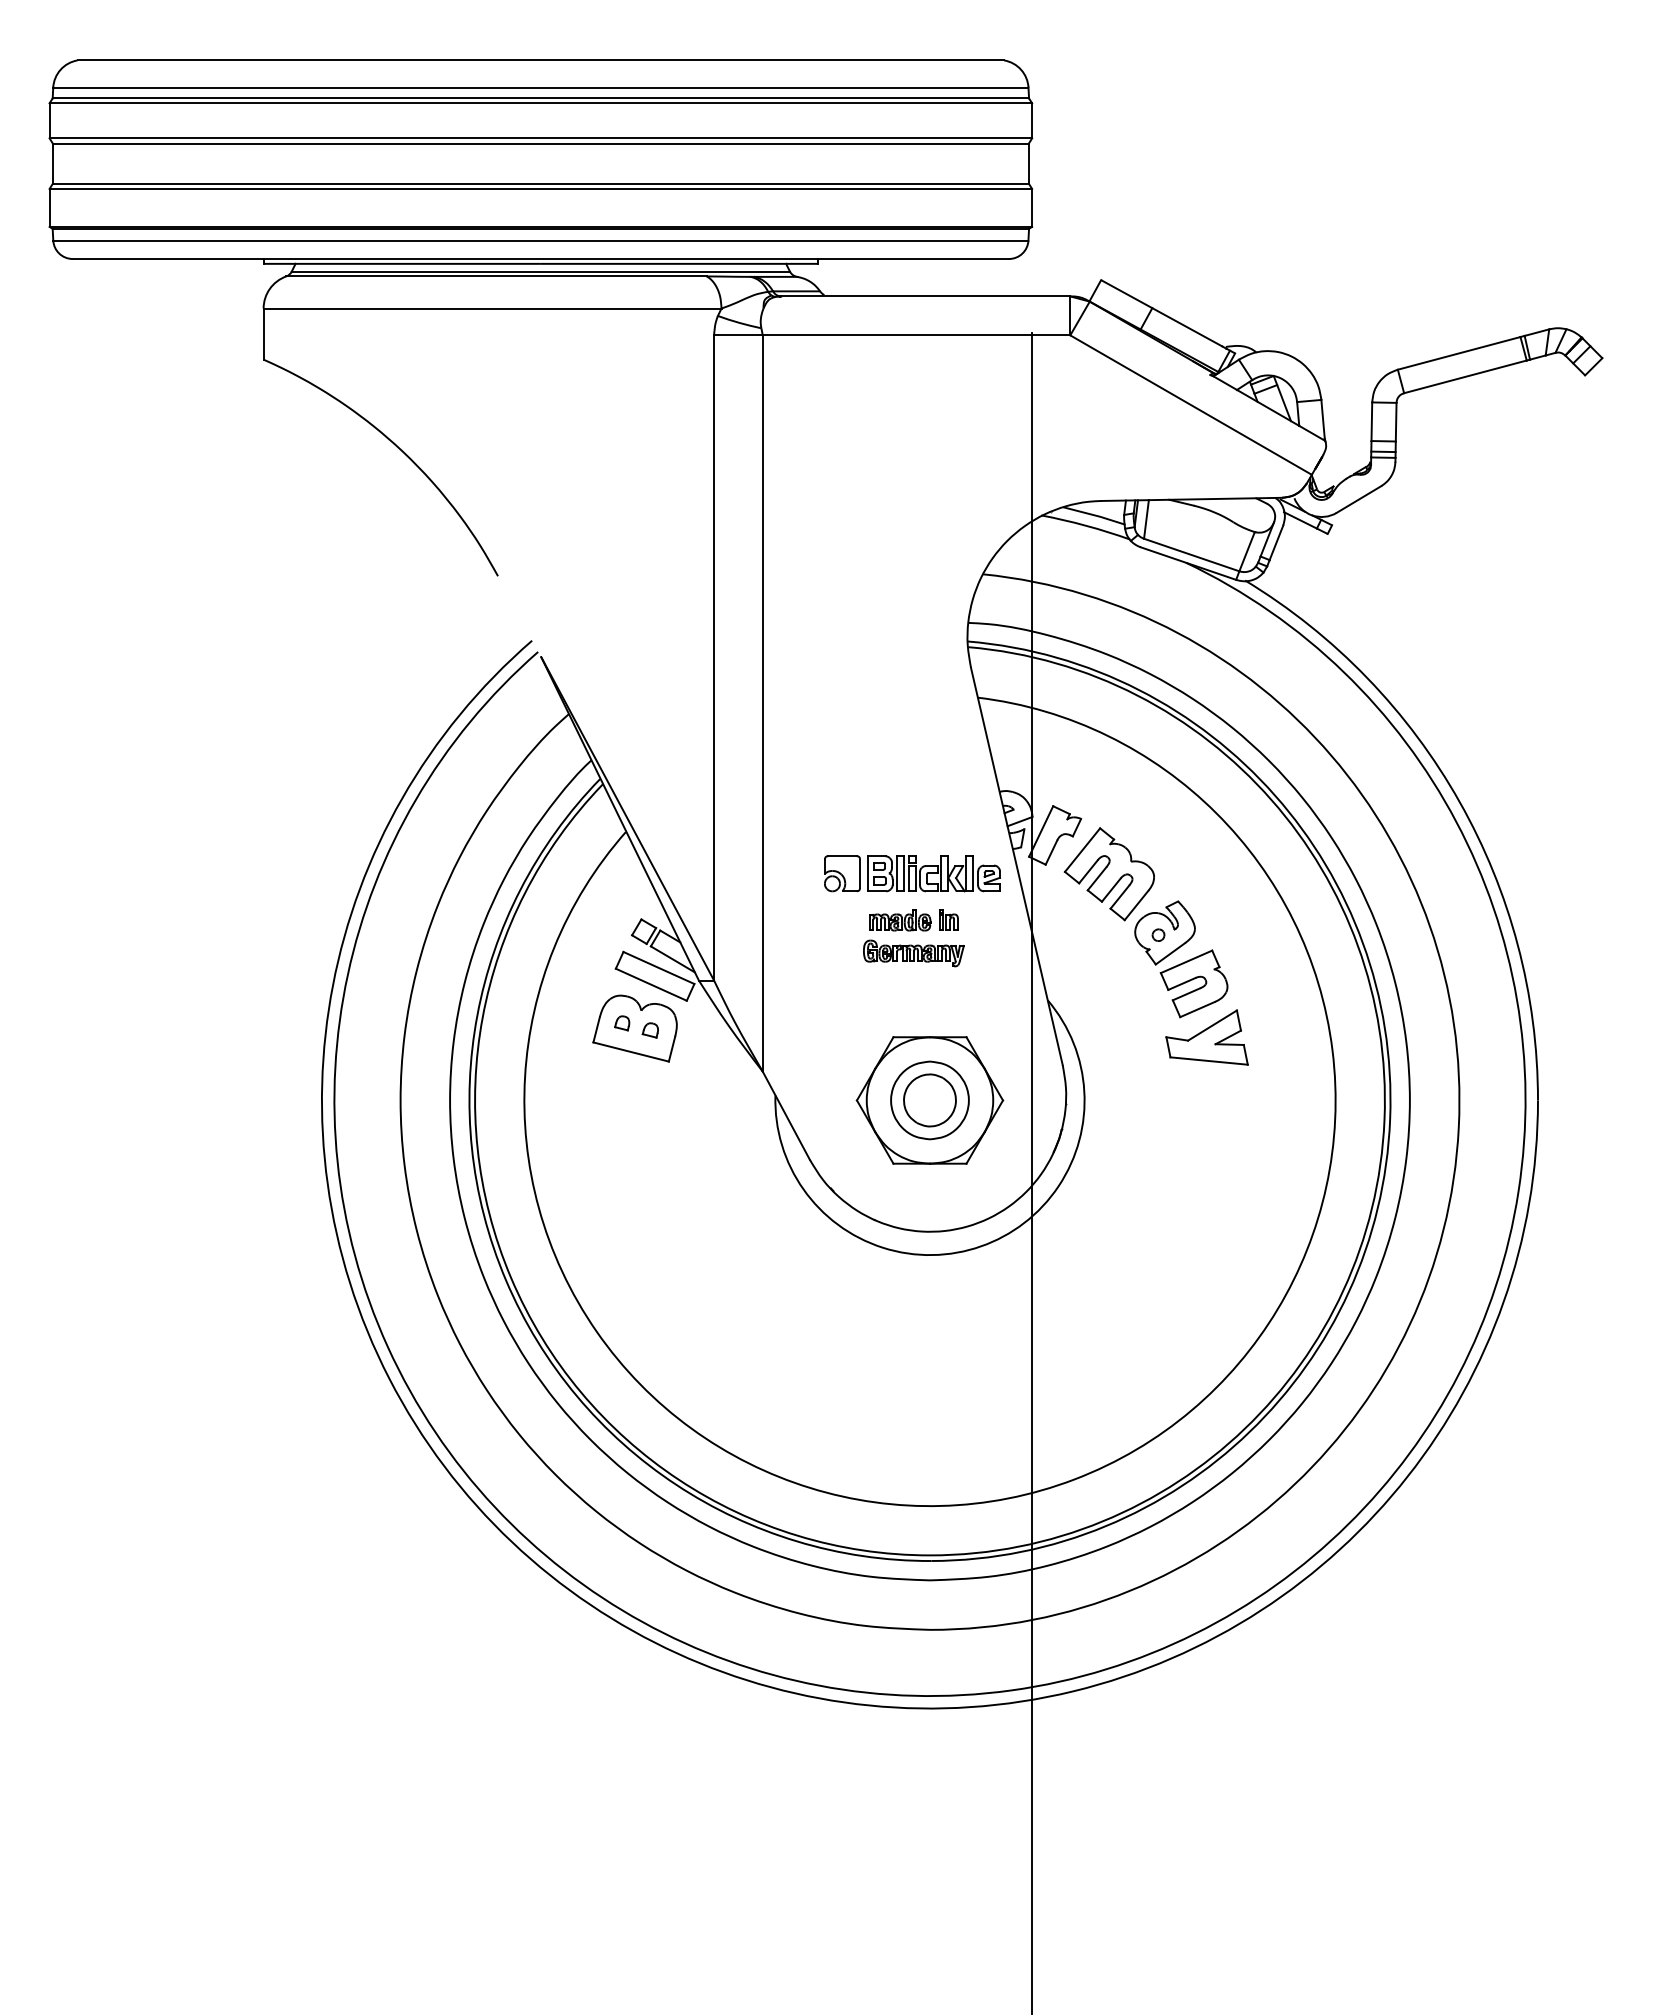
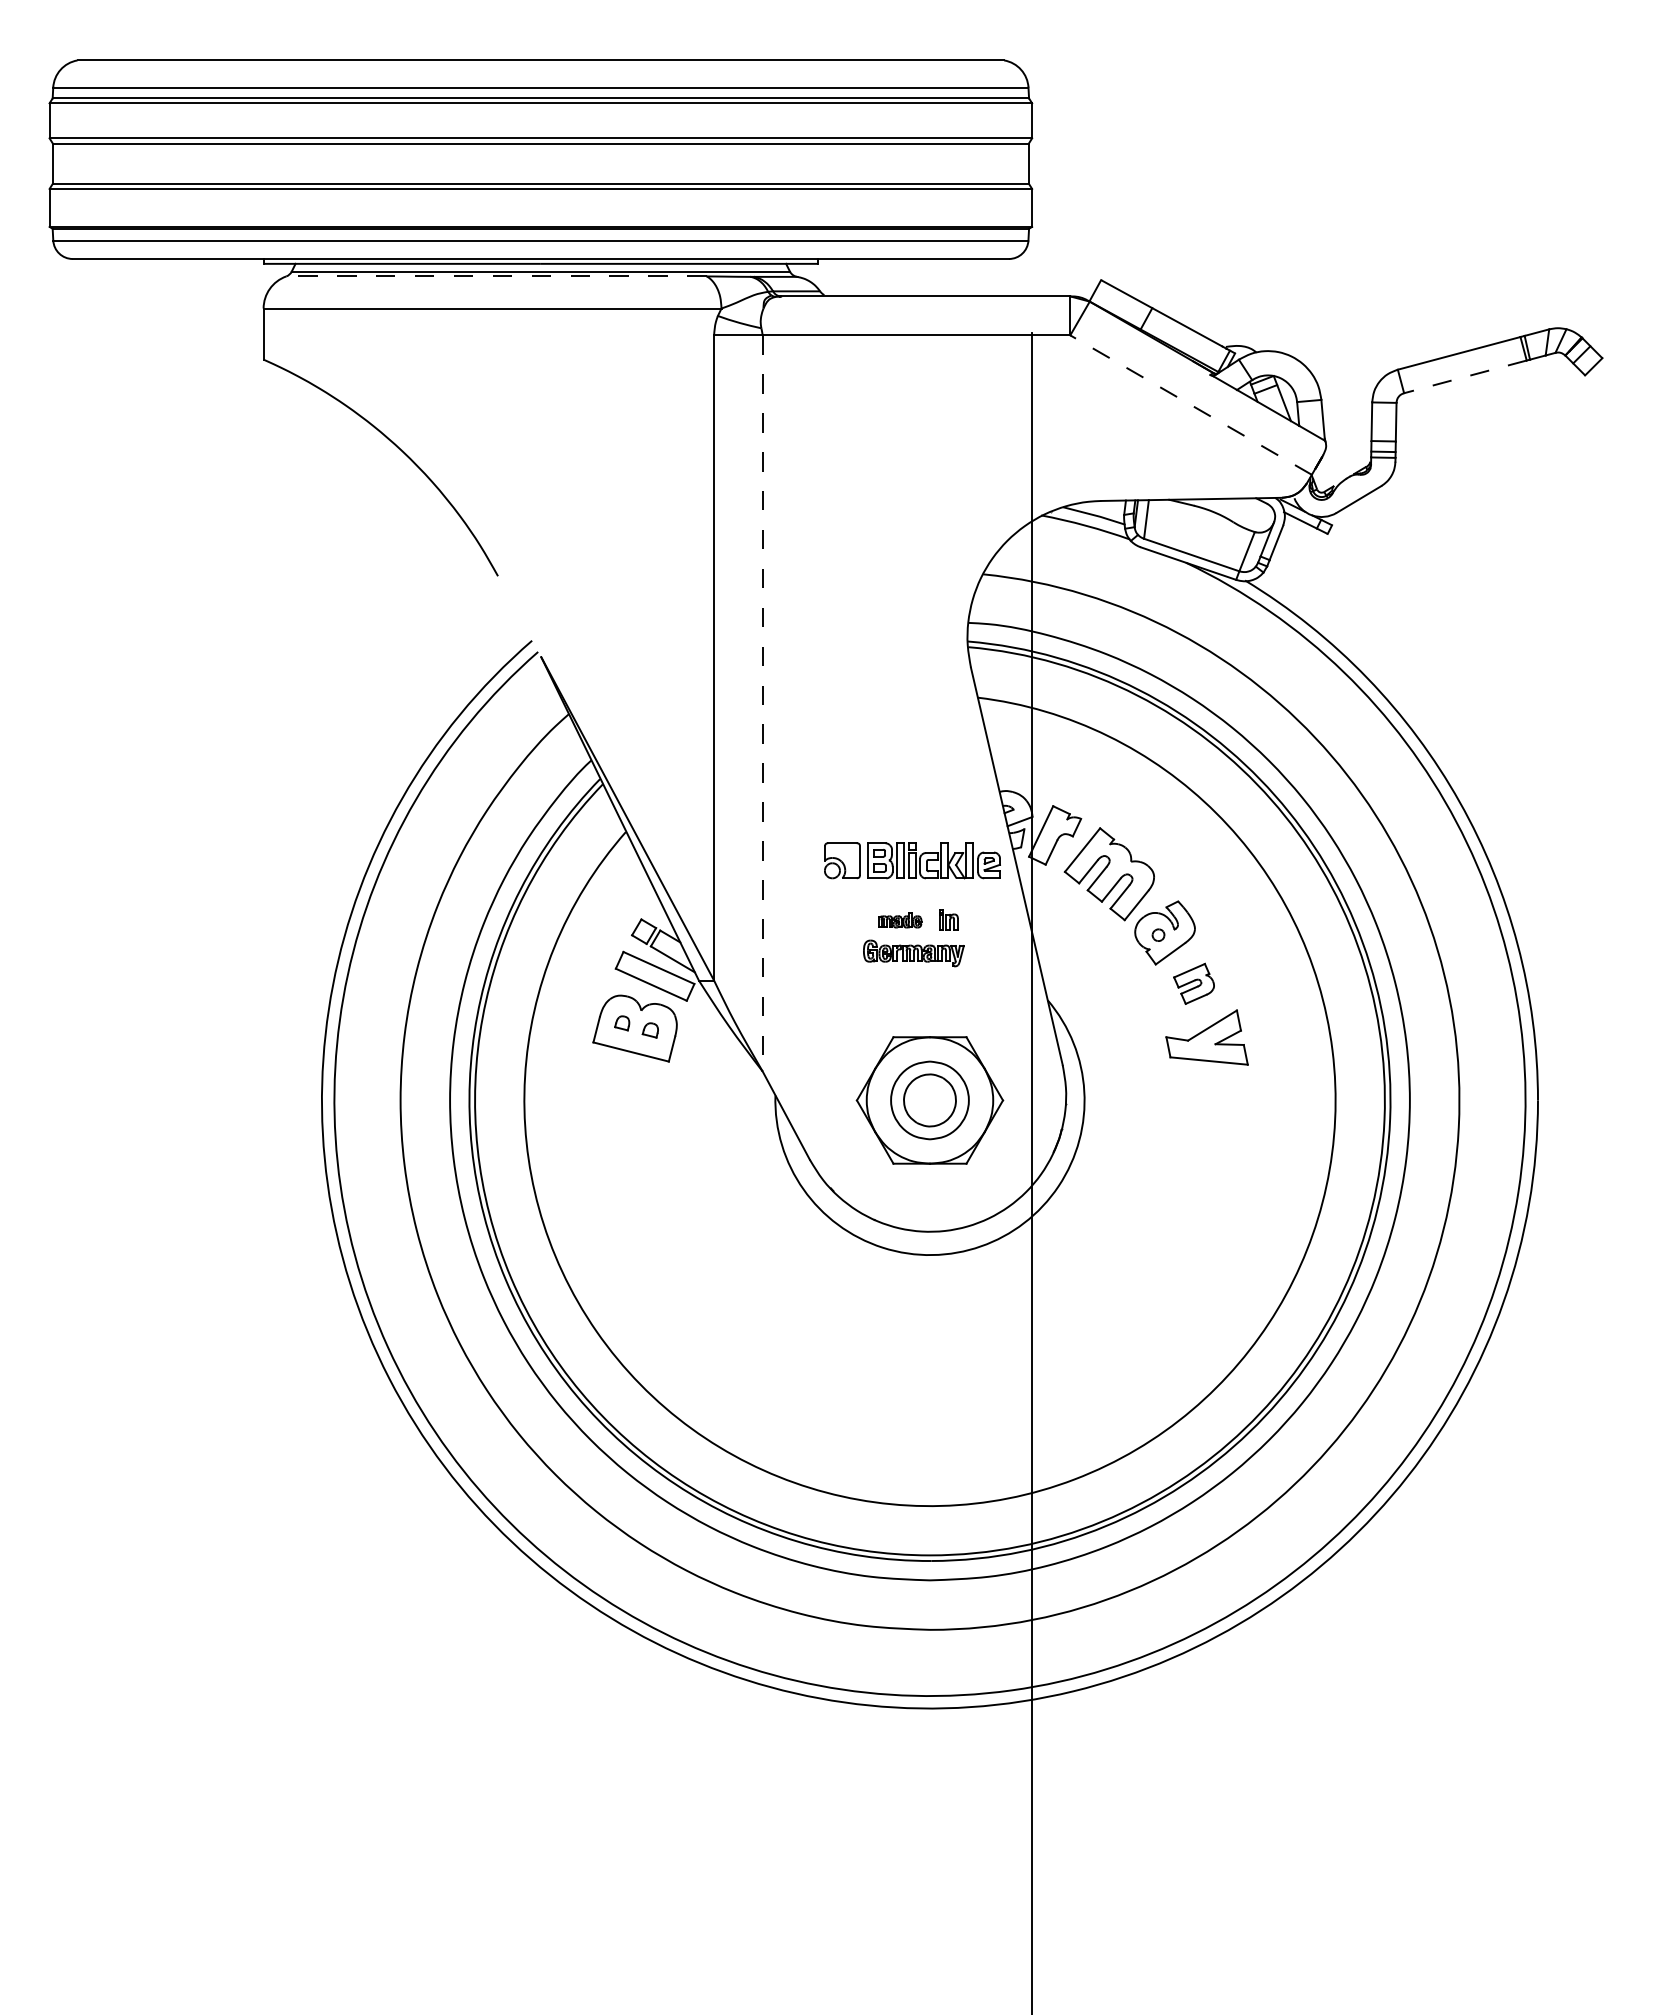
line at (496, 276): solid -> dashed
line at (1464, 377): solid -> dashed
line at (1190, 404): solid -> dashed
line at (762, 703): solid -> dashed
part at (912, 873) position: (912, 873) -> (912, 860)
part at (900, 920) size: 63x23 px -> 45x17 px
part at (1193, 983) size: 70x70 px -> 42x43 px
